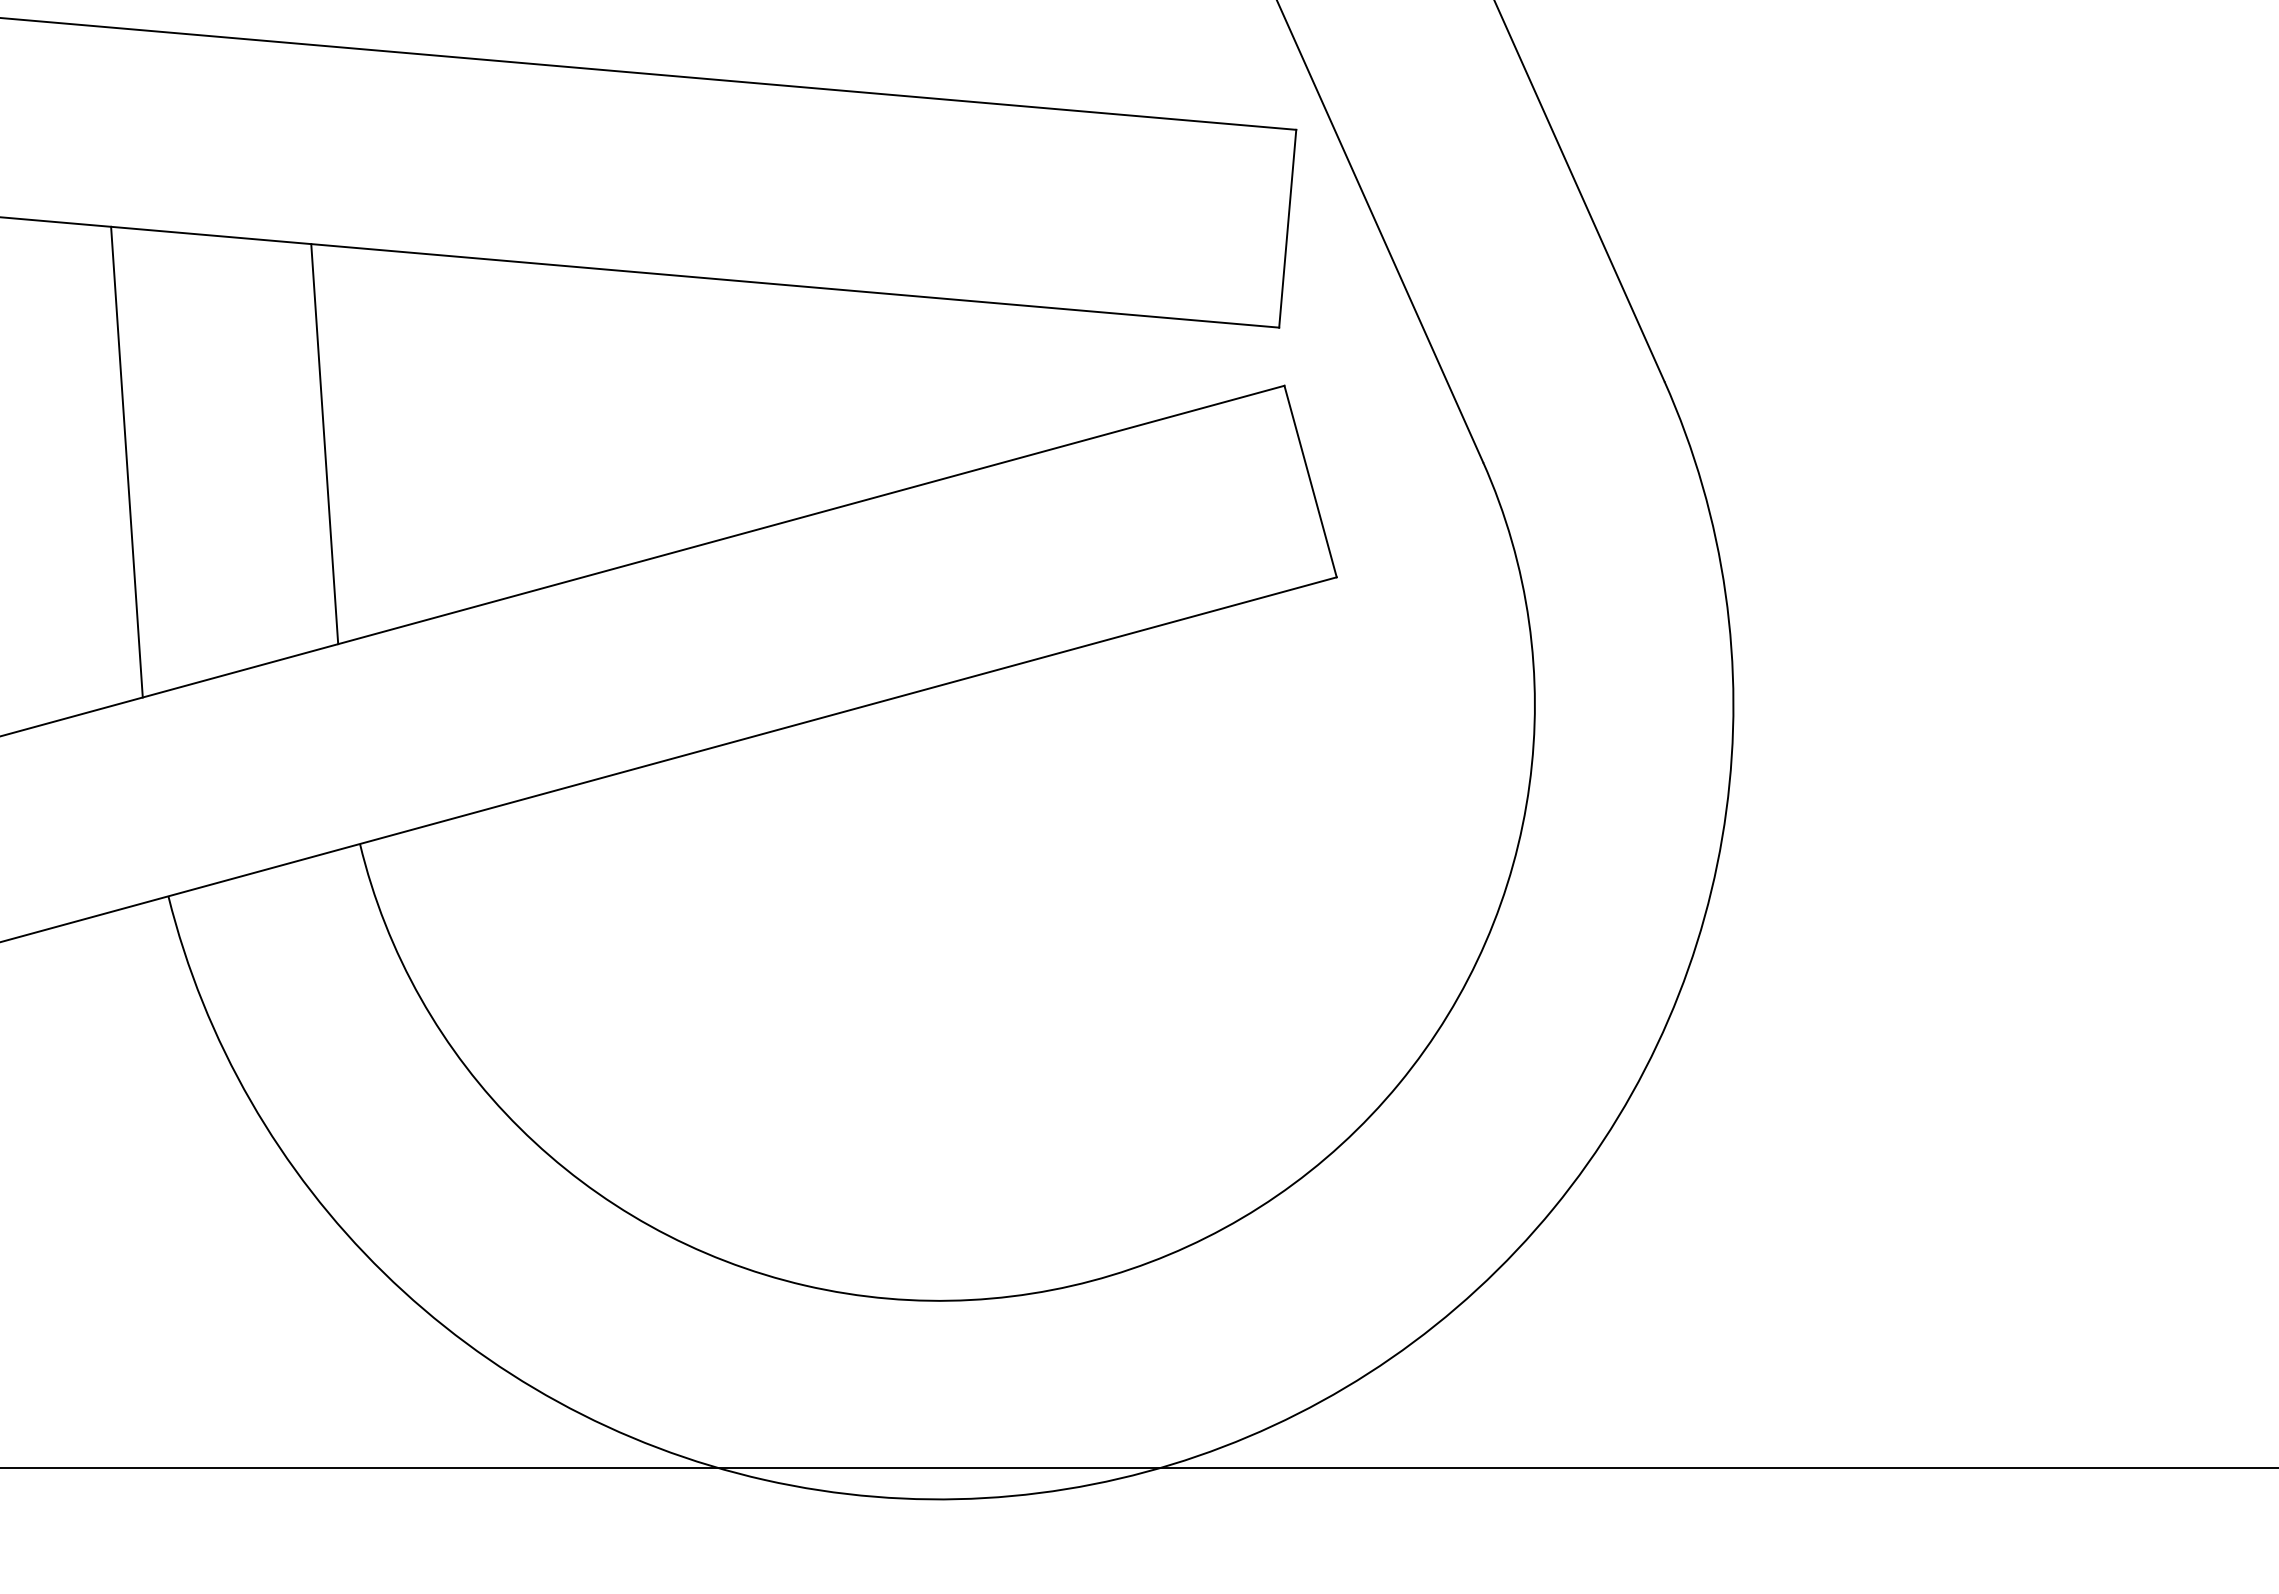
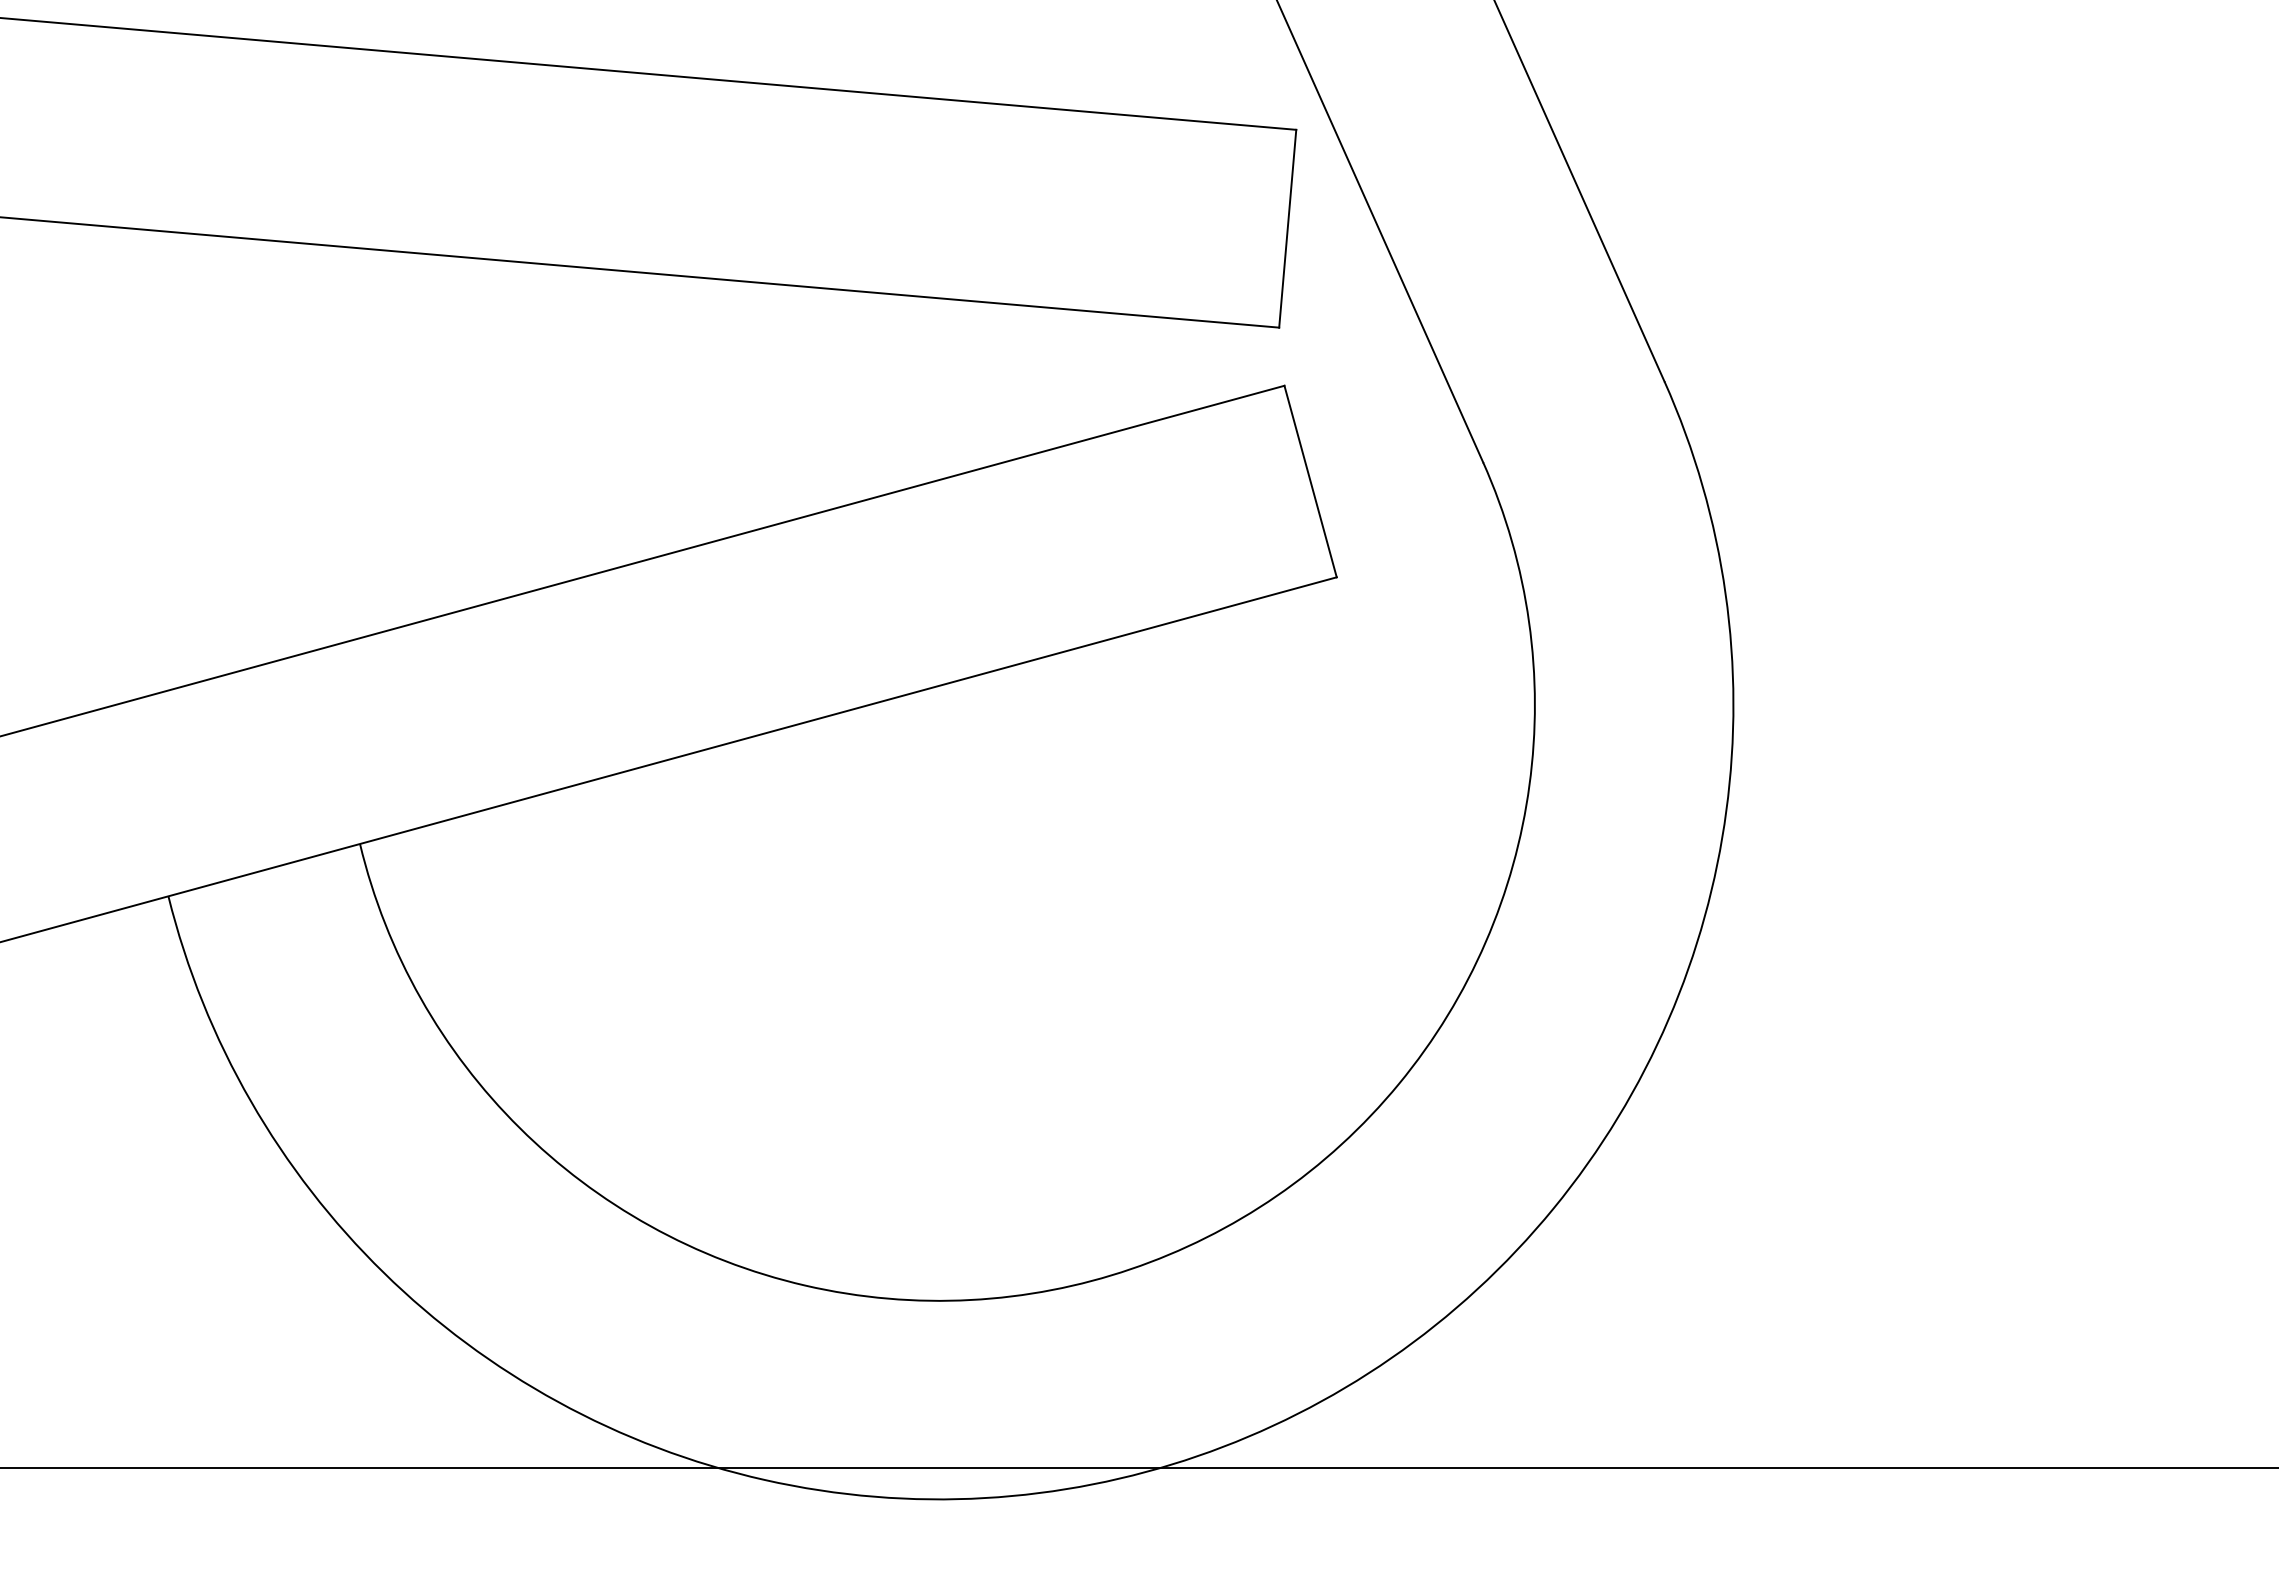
line at (324, 444): present -> none
line at (126, 461): present -> none
